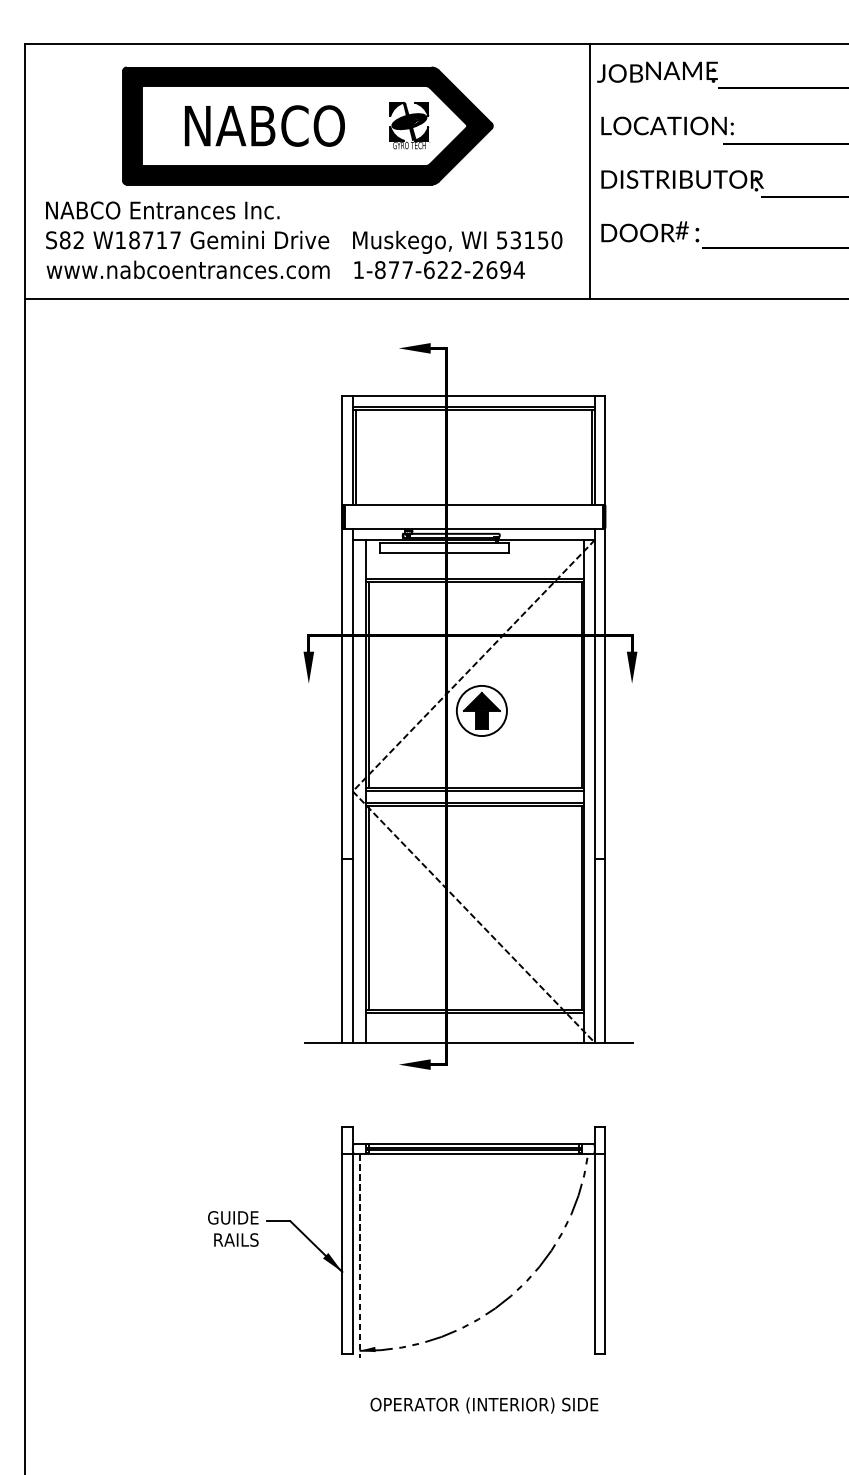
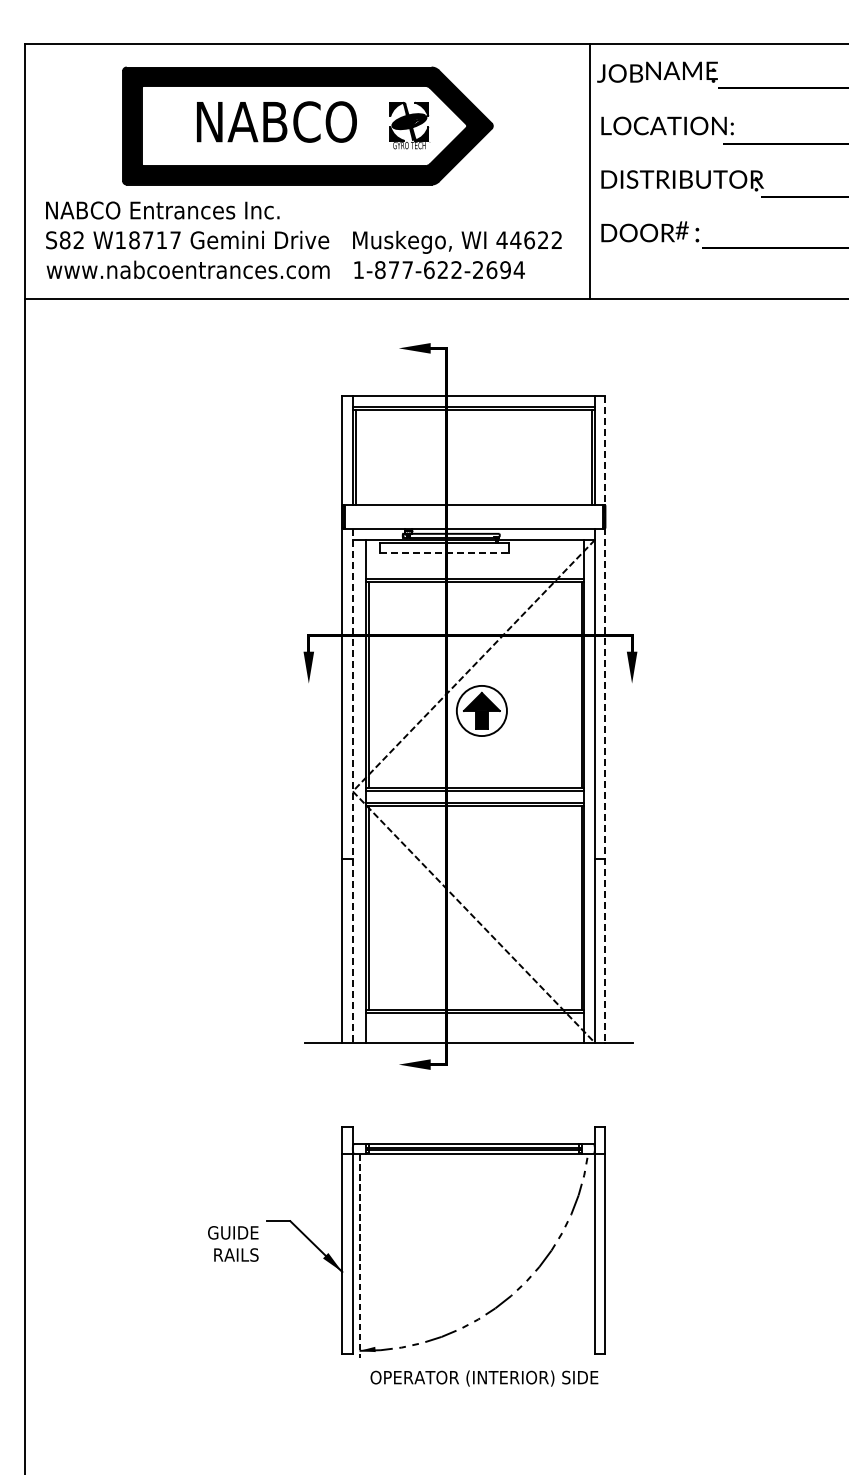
text at (264, 125) position: (264, 125) -> (276, 121)
text at (529, 240): 53150 -> 44622
line at (445, 552): solid -> dashed
line at (605, 720): solid -> dashed
line at (352, 785): solid -> dashed
text at (233, 1228) position: (233, 1228) -> (233, 1243)
text at (484, 1405) position: (484, 1405) -> (484, 1378)
